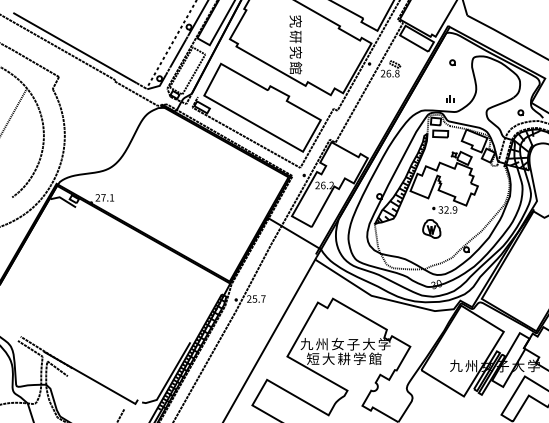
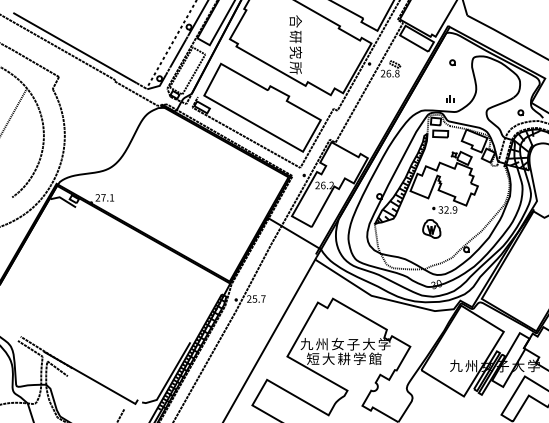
text at (295, 21): 究 -> 合
text at (295, 67): 館 -> 所
